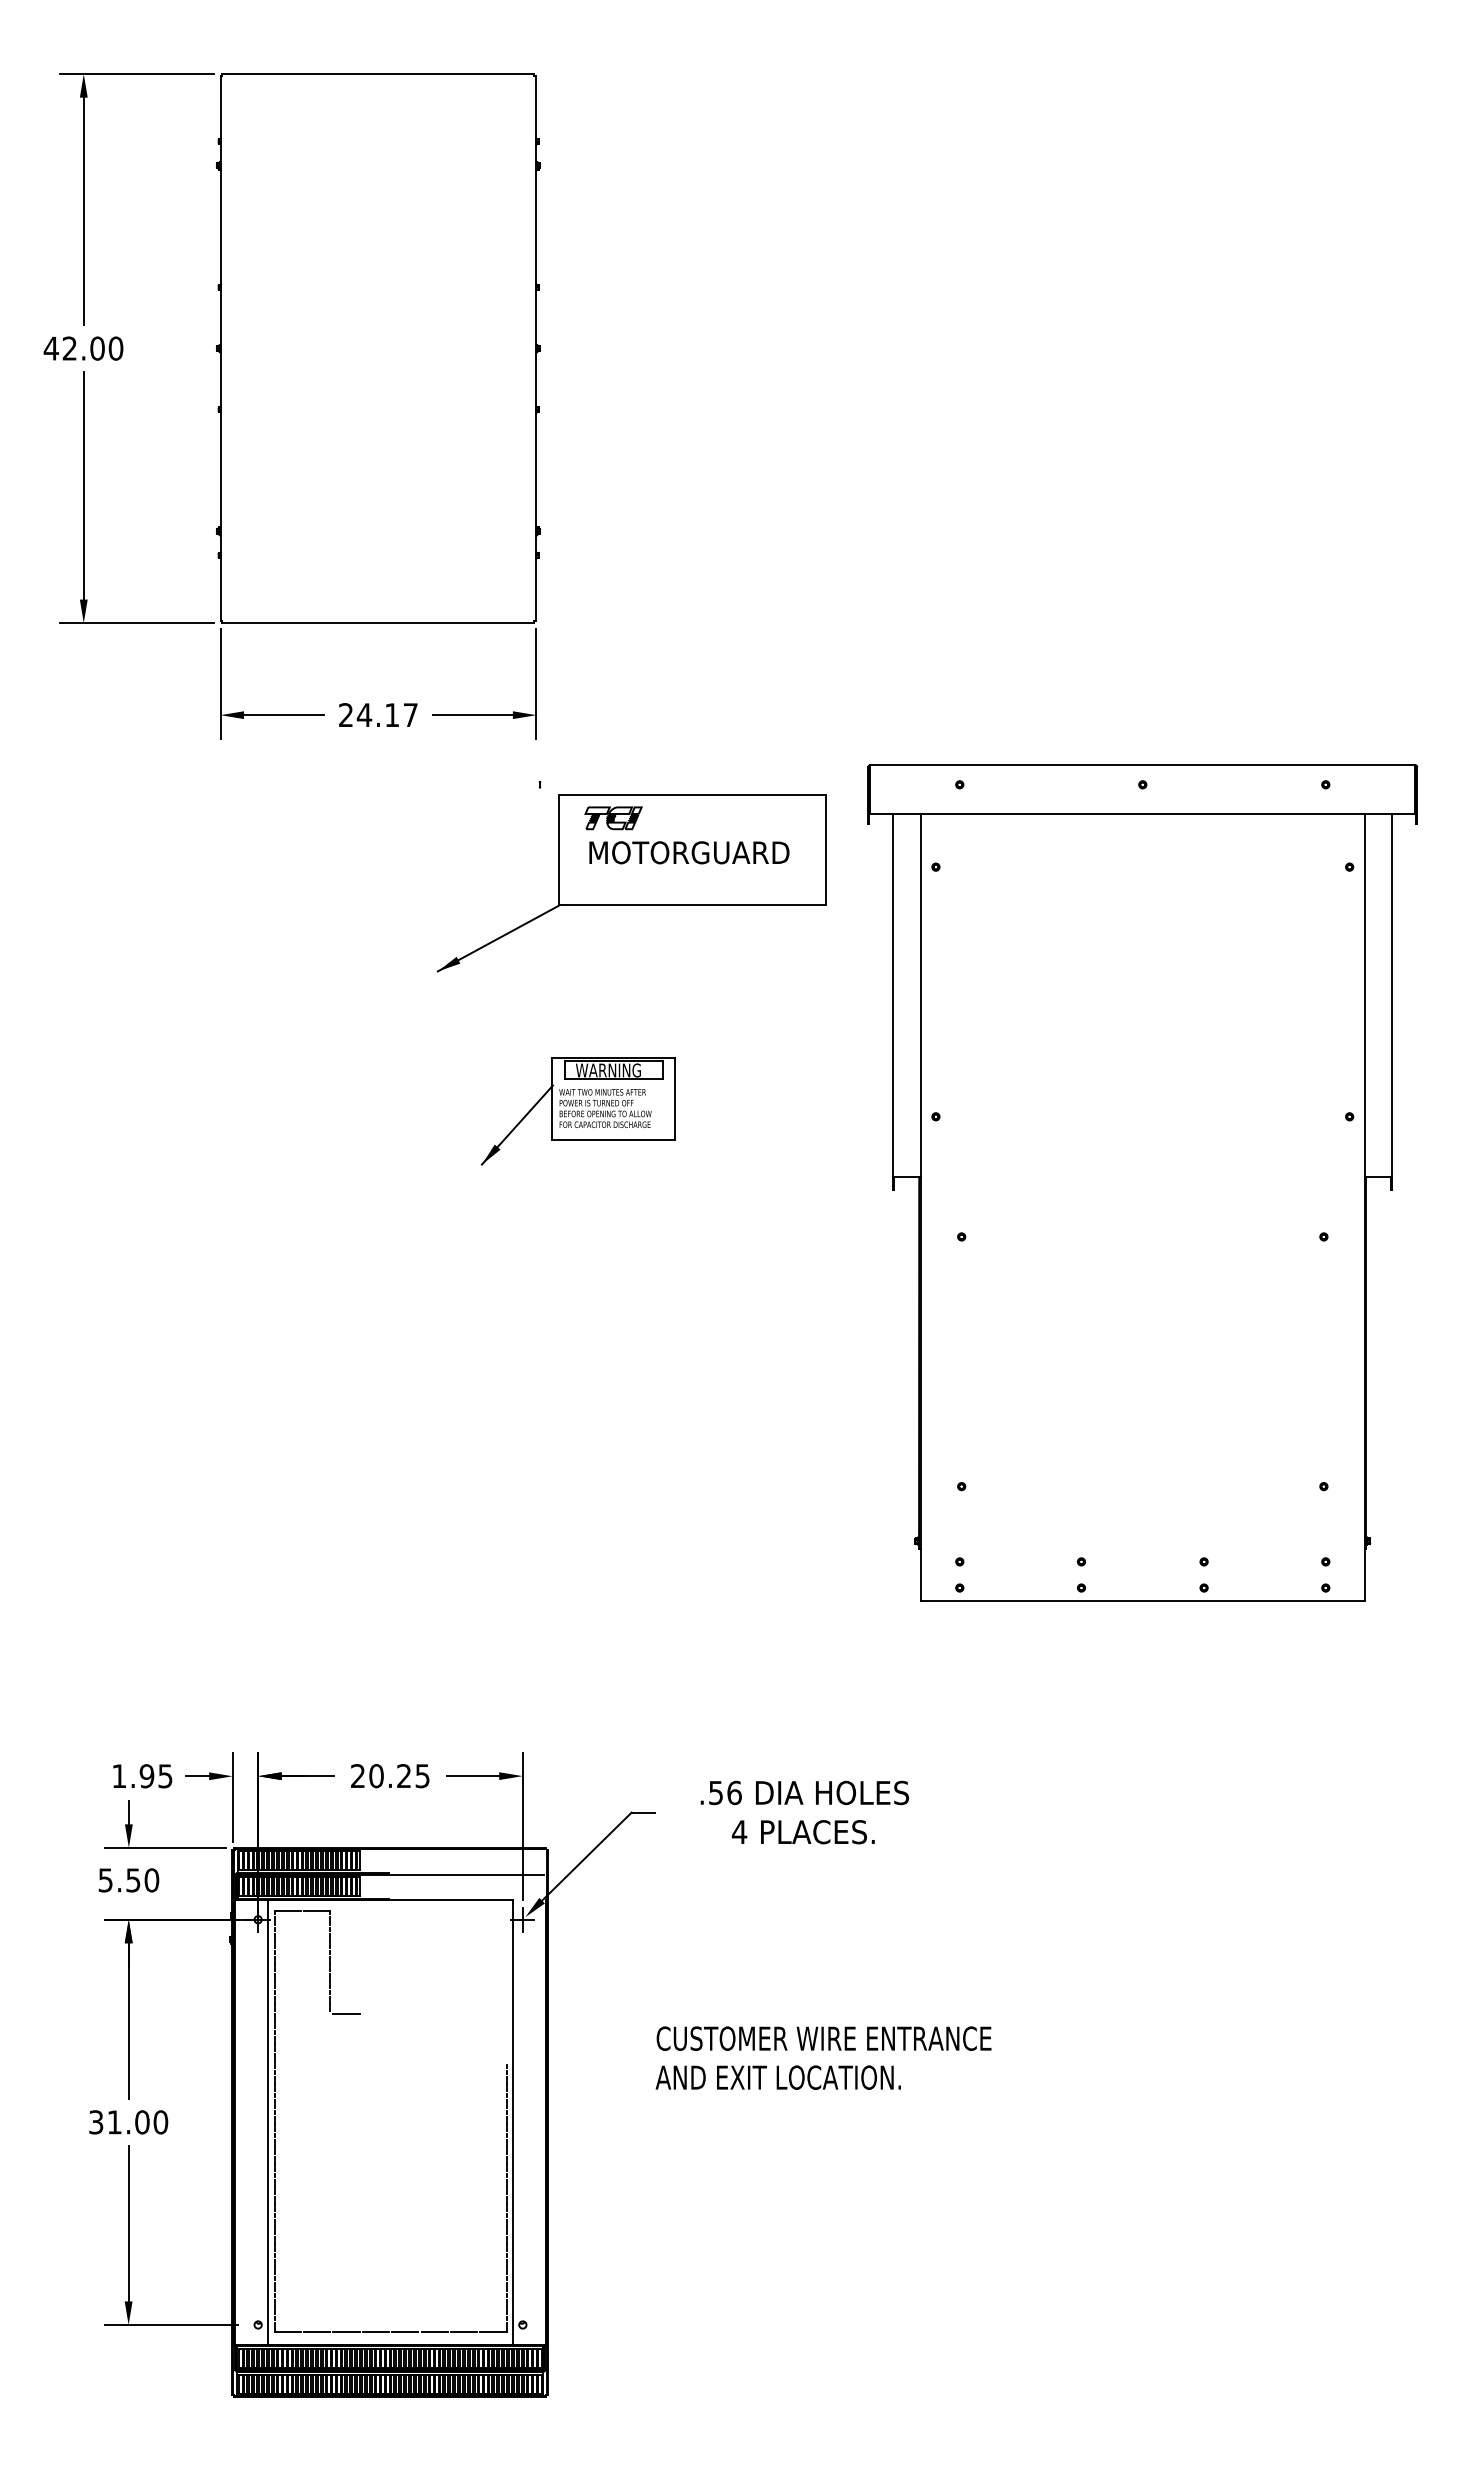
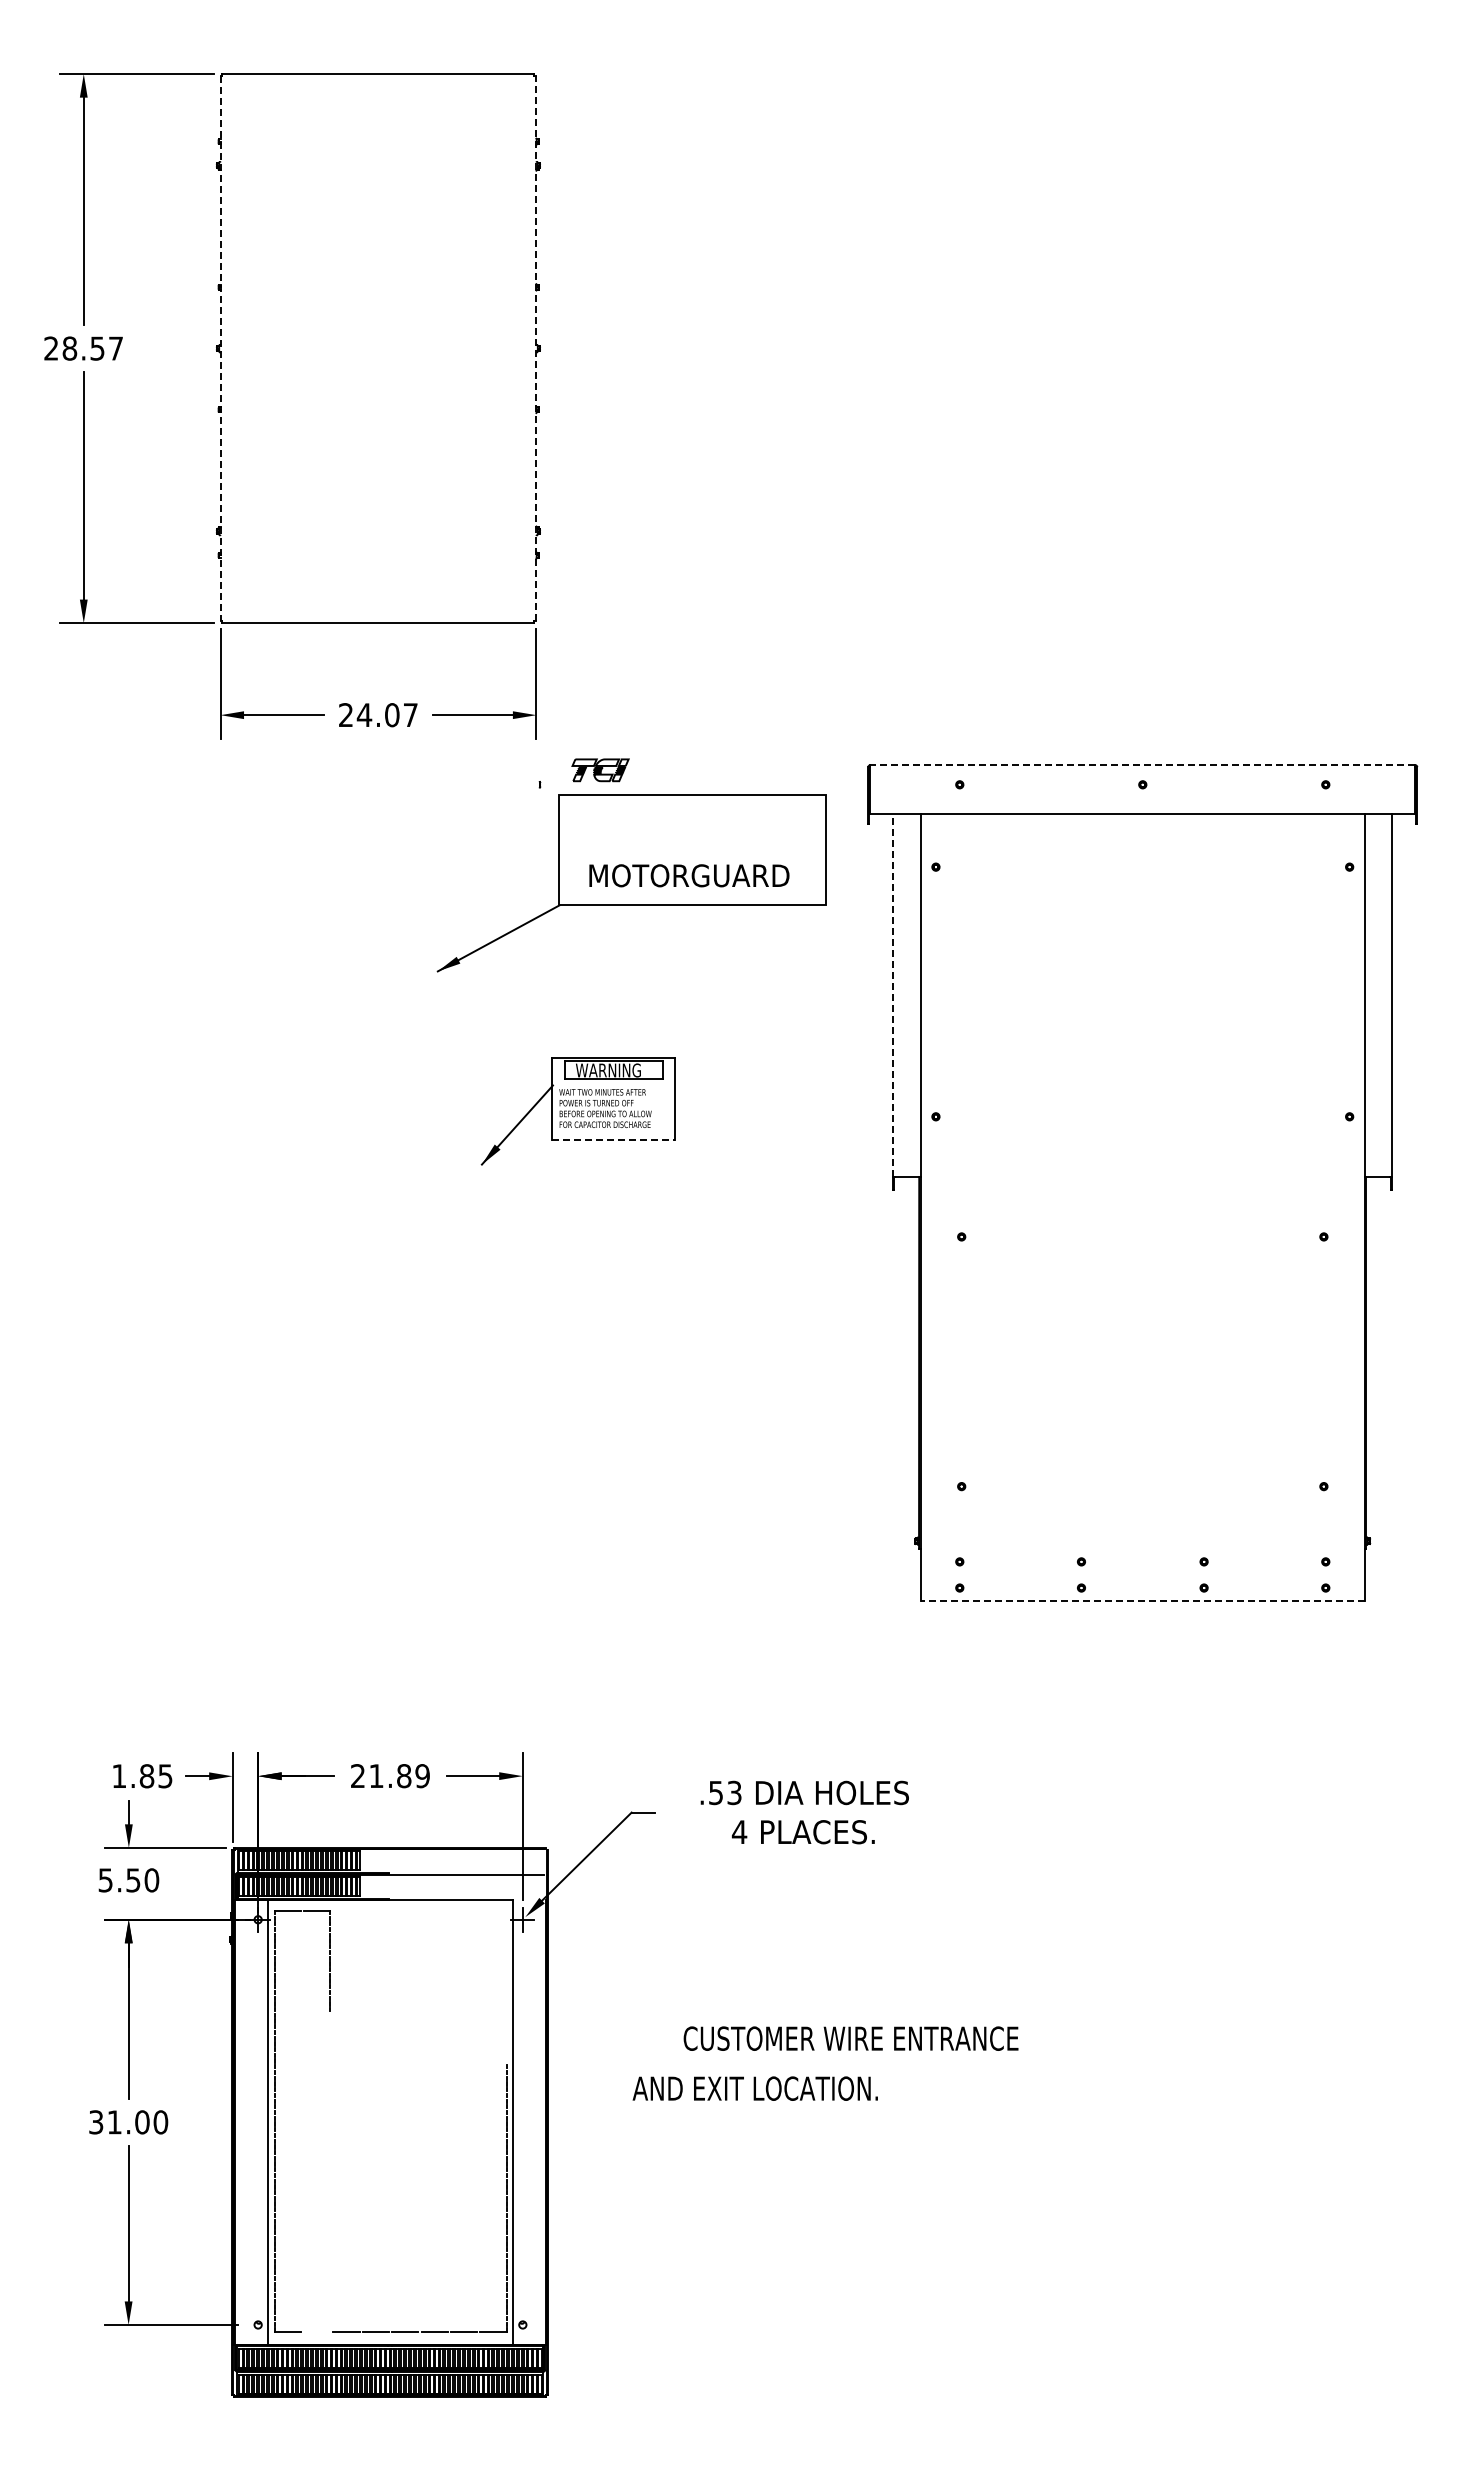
text at (83, 348): 42.00 -> 28.57
line at (220, 348): solid -> dashed
line at (536, 348): solid -> dashed
text at (392, 715): 24.17 -> 24.07
line at (1142, 765): solid -> dashed
part at (613, 818) position: (613, 818) -> (600, 770)
text at (689, 852) position: (689, 852) -> (689, 875)
line at (893, 995): solid -> dashed
line at (613, 1139): solid -> dashed
line at (1142, 1601): solid -> dashed
text at (146, 1776): 1.95 -> 1.85
text at (399, 1776): 20.25 -> 21.89
text at (734, 1792): .56 -> .53
line at (346, 2013): present -> none
text at (823, 2038) position: (823, 2038) -> (850, 2038)
text at (777, 2077) position: (777, 2077) -> (754, 2088)
line at (316, 2331): present -> none
